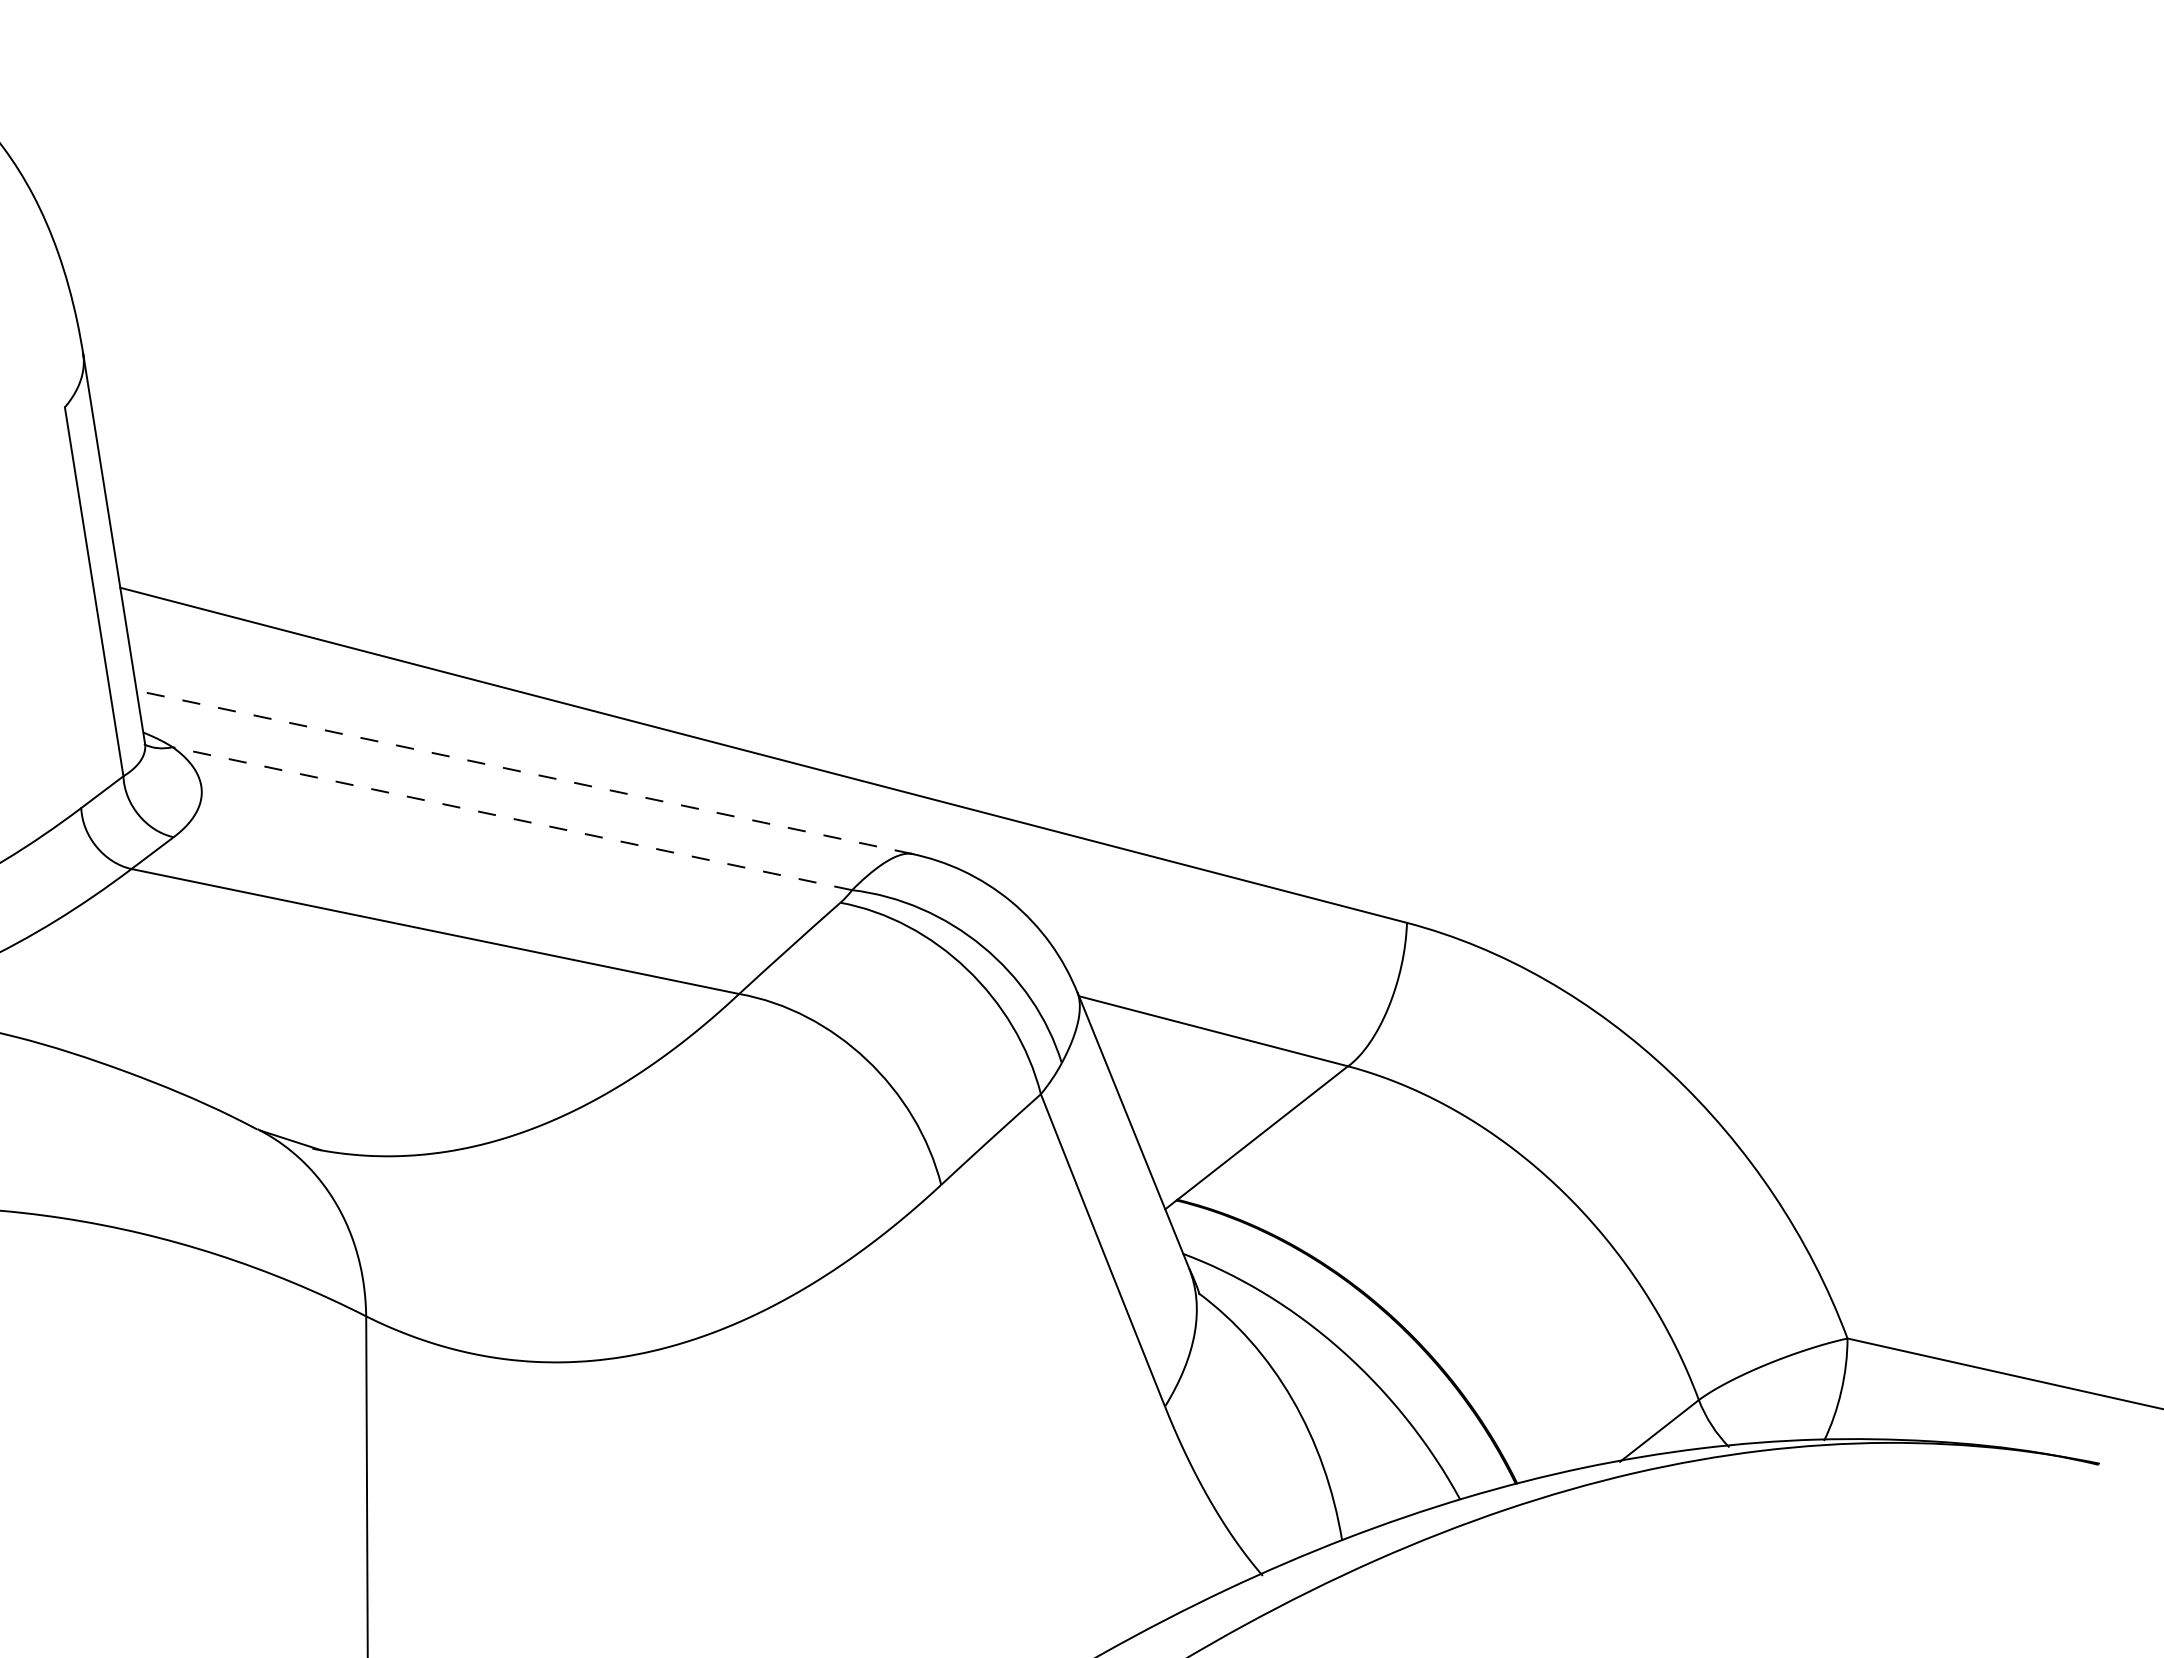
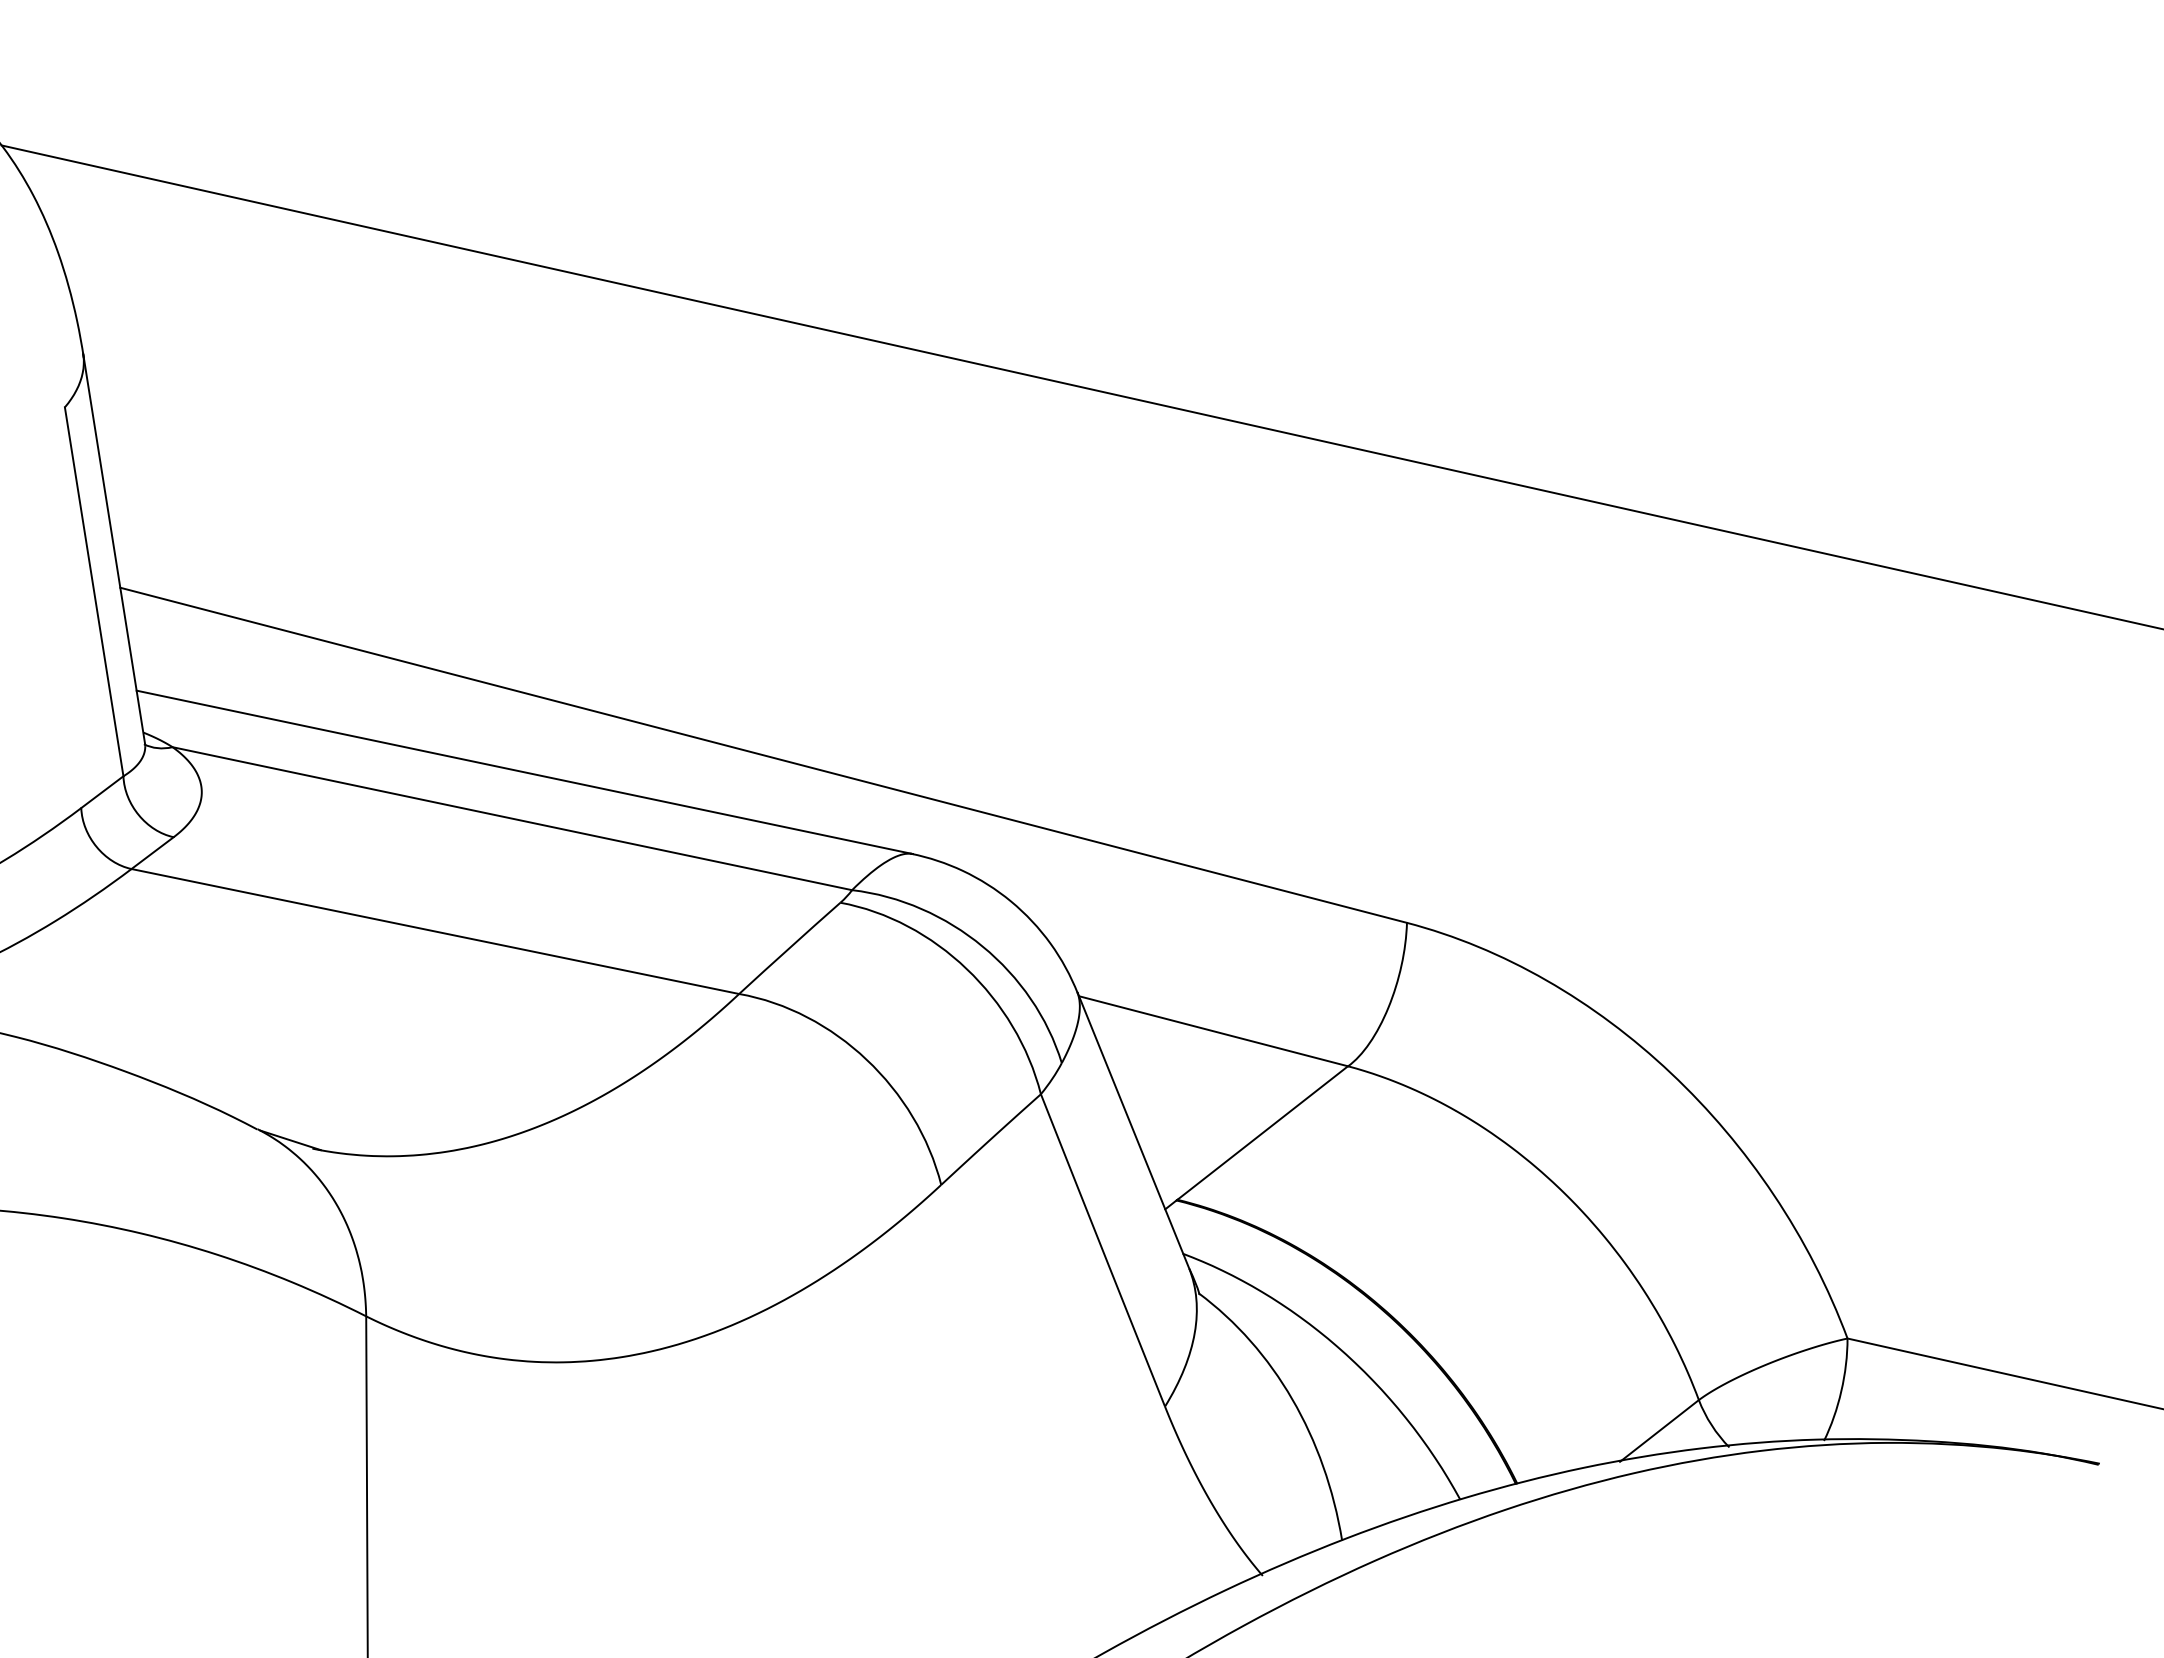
line at (1081, 386): none -> present
line at (524, 772): dashed -> solid
line at (511, 818): dashed -> solid
